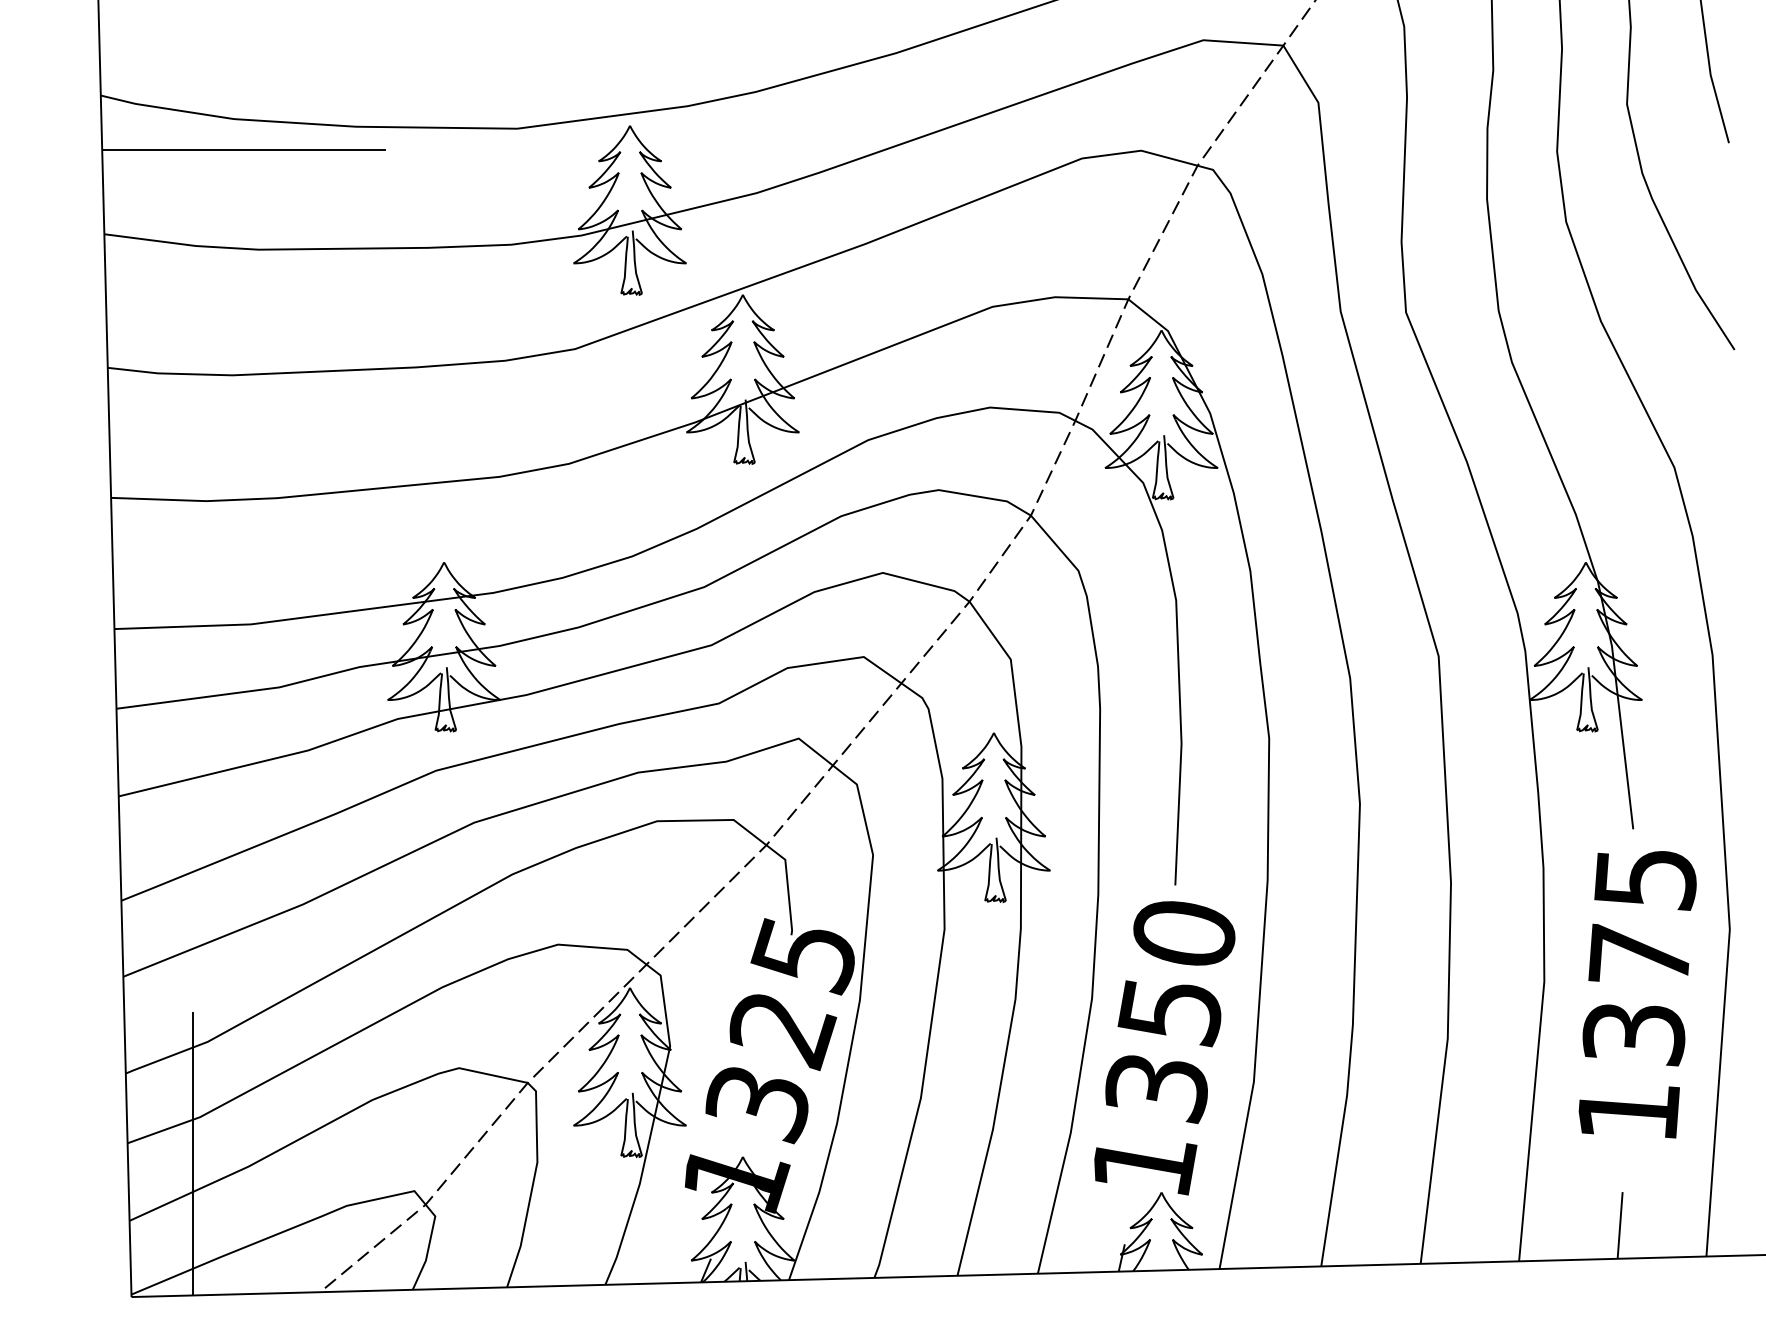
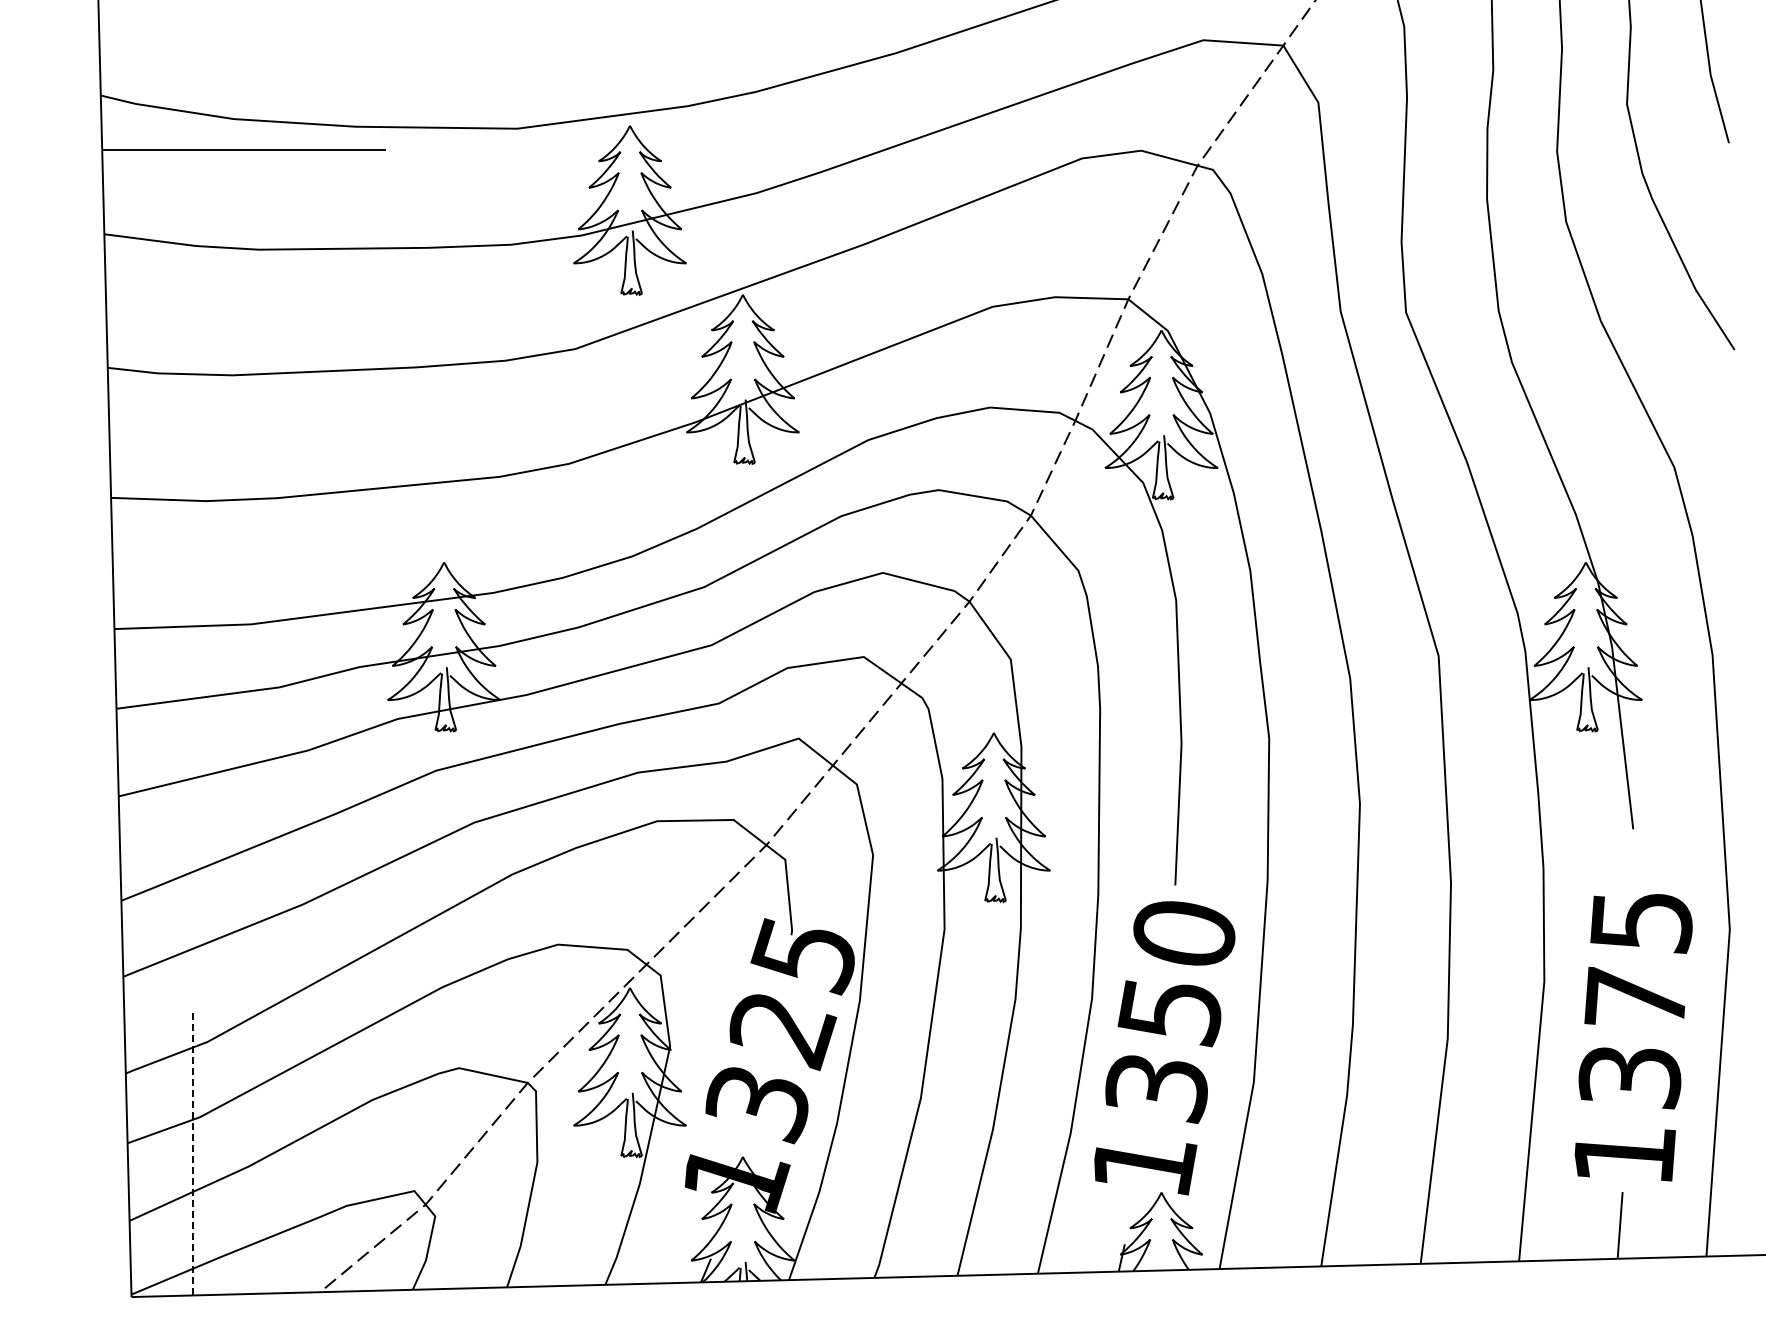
text at (1637, 994) position: (1637, 994) -> (1633, 1037)
line at (193, 1153): solid -> dashed
